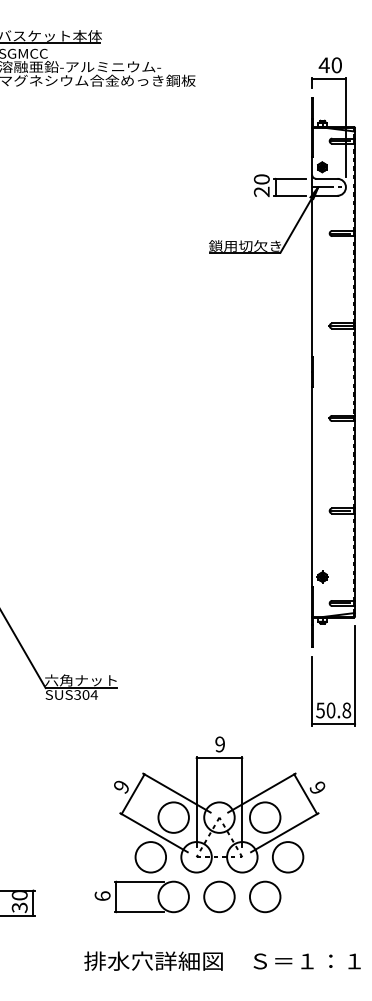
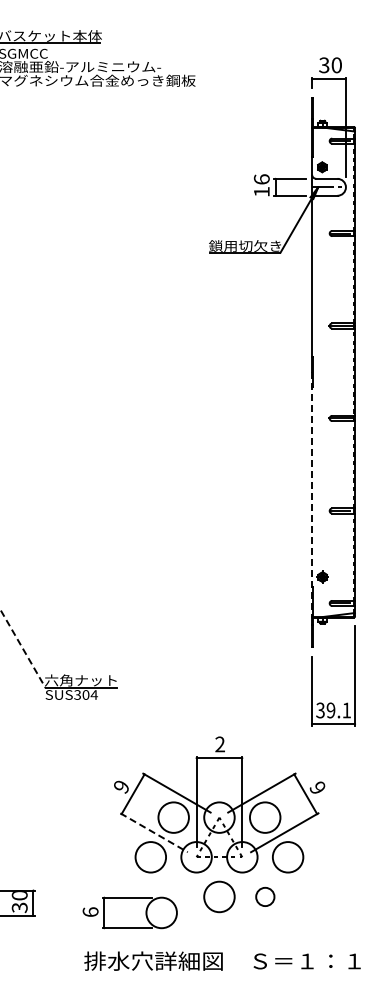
text at (323, 65): 40 -> 30
text at (261, 185): 20 -> 16
line at (312, 495): solid -> dashed
line at (23, 649): solid -> dashed
text at (333, 710): 50.8 -> 39.1
text at (219, 744): 9 -> 2
line at (154, 832): solid -> dashed
part at (141, 896) position: (141, 896) -> (129, 912)
circle at (265, 896) size: 33x34 px -> 21x21 px
